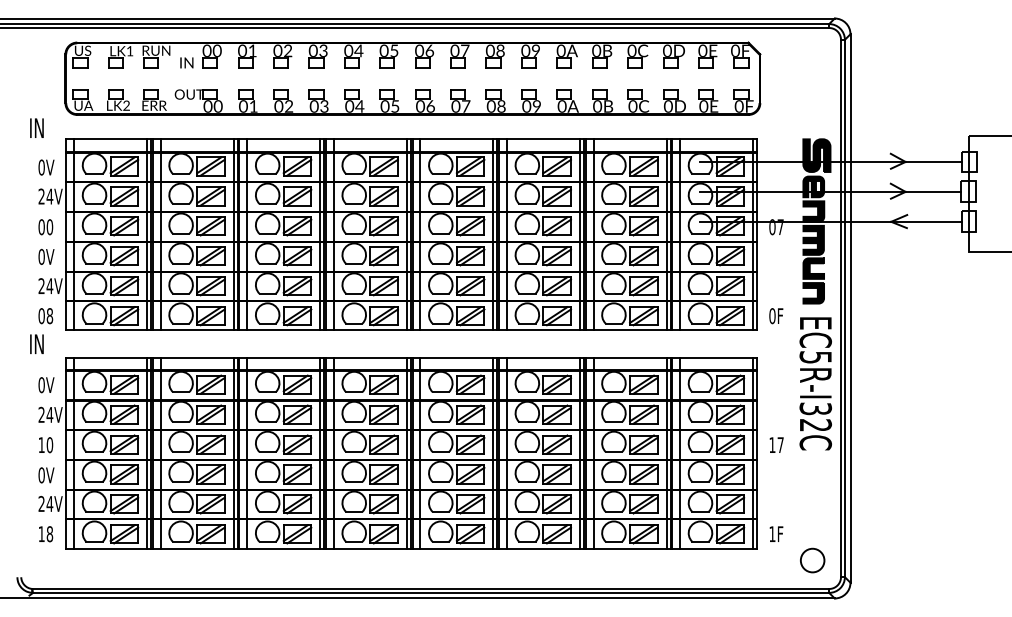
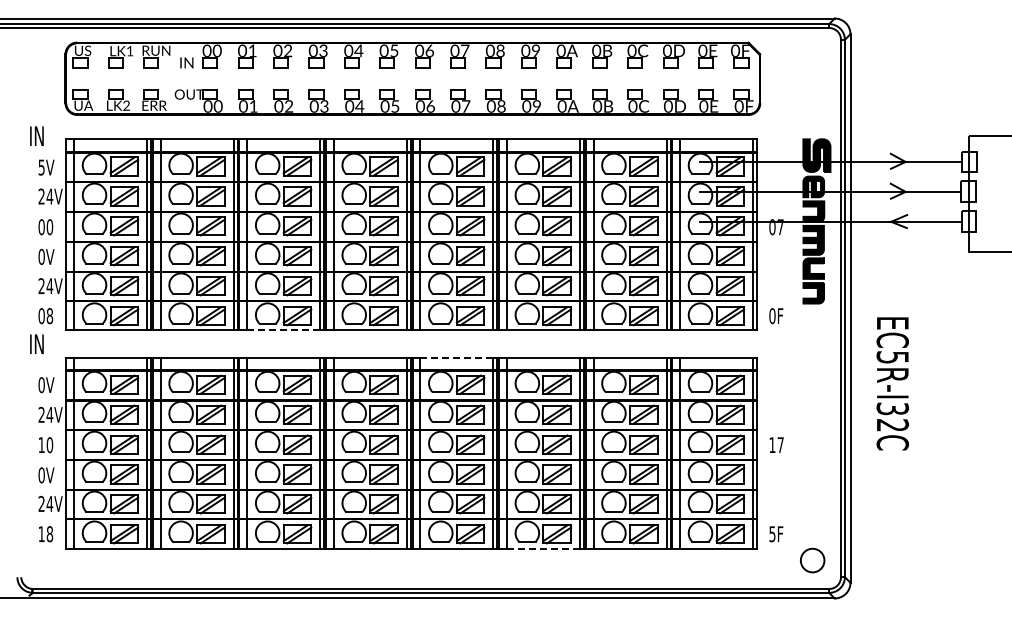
text at (36, 127) position: (36, 127) -> (36, 135)
text at (41, 167): 0V -> 5V
line at (283, 330): solid -> dashed
line at (456, 357): solid -> dashed
text at (815, 383) position: (815, 383) -> (892, 383)
text at (772, 534): 1F -> 5F
line at (543, 548): solid -> dashed
